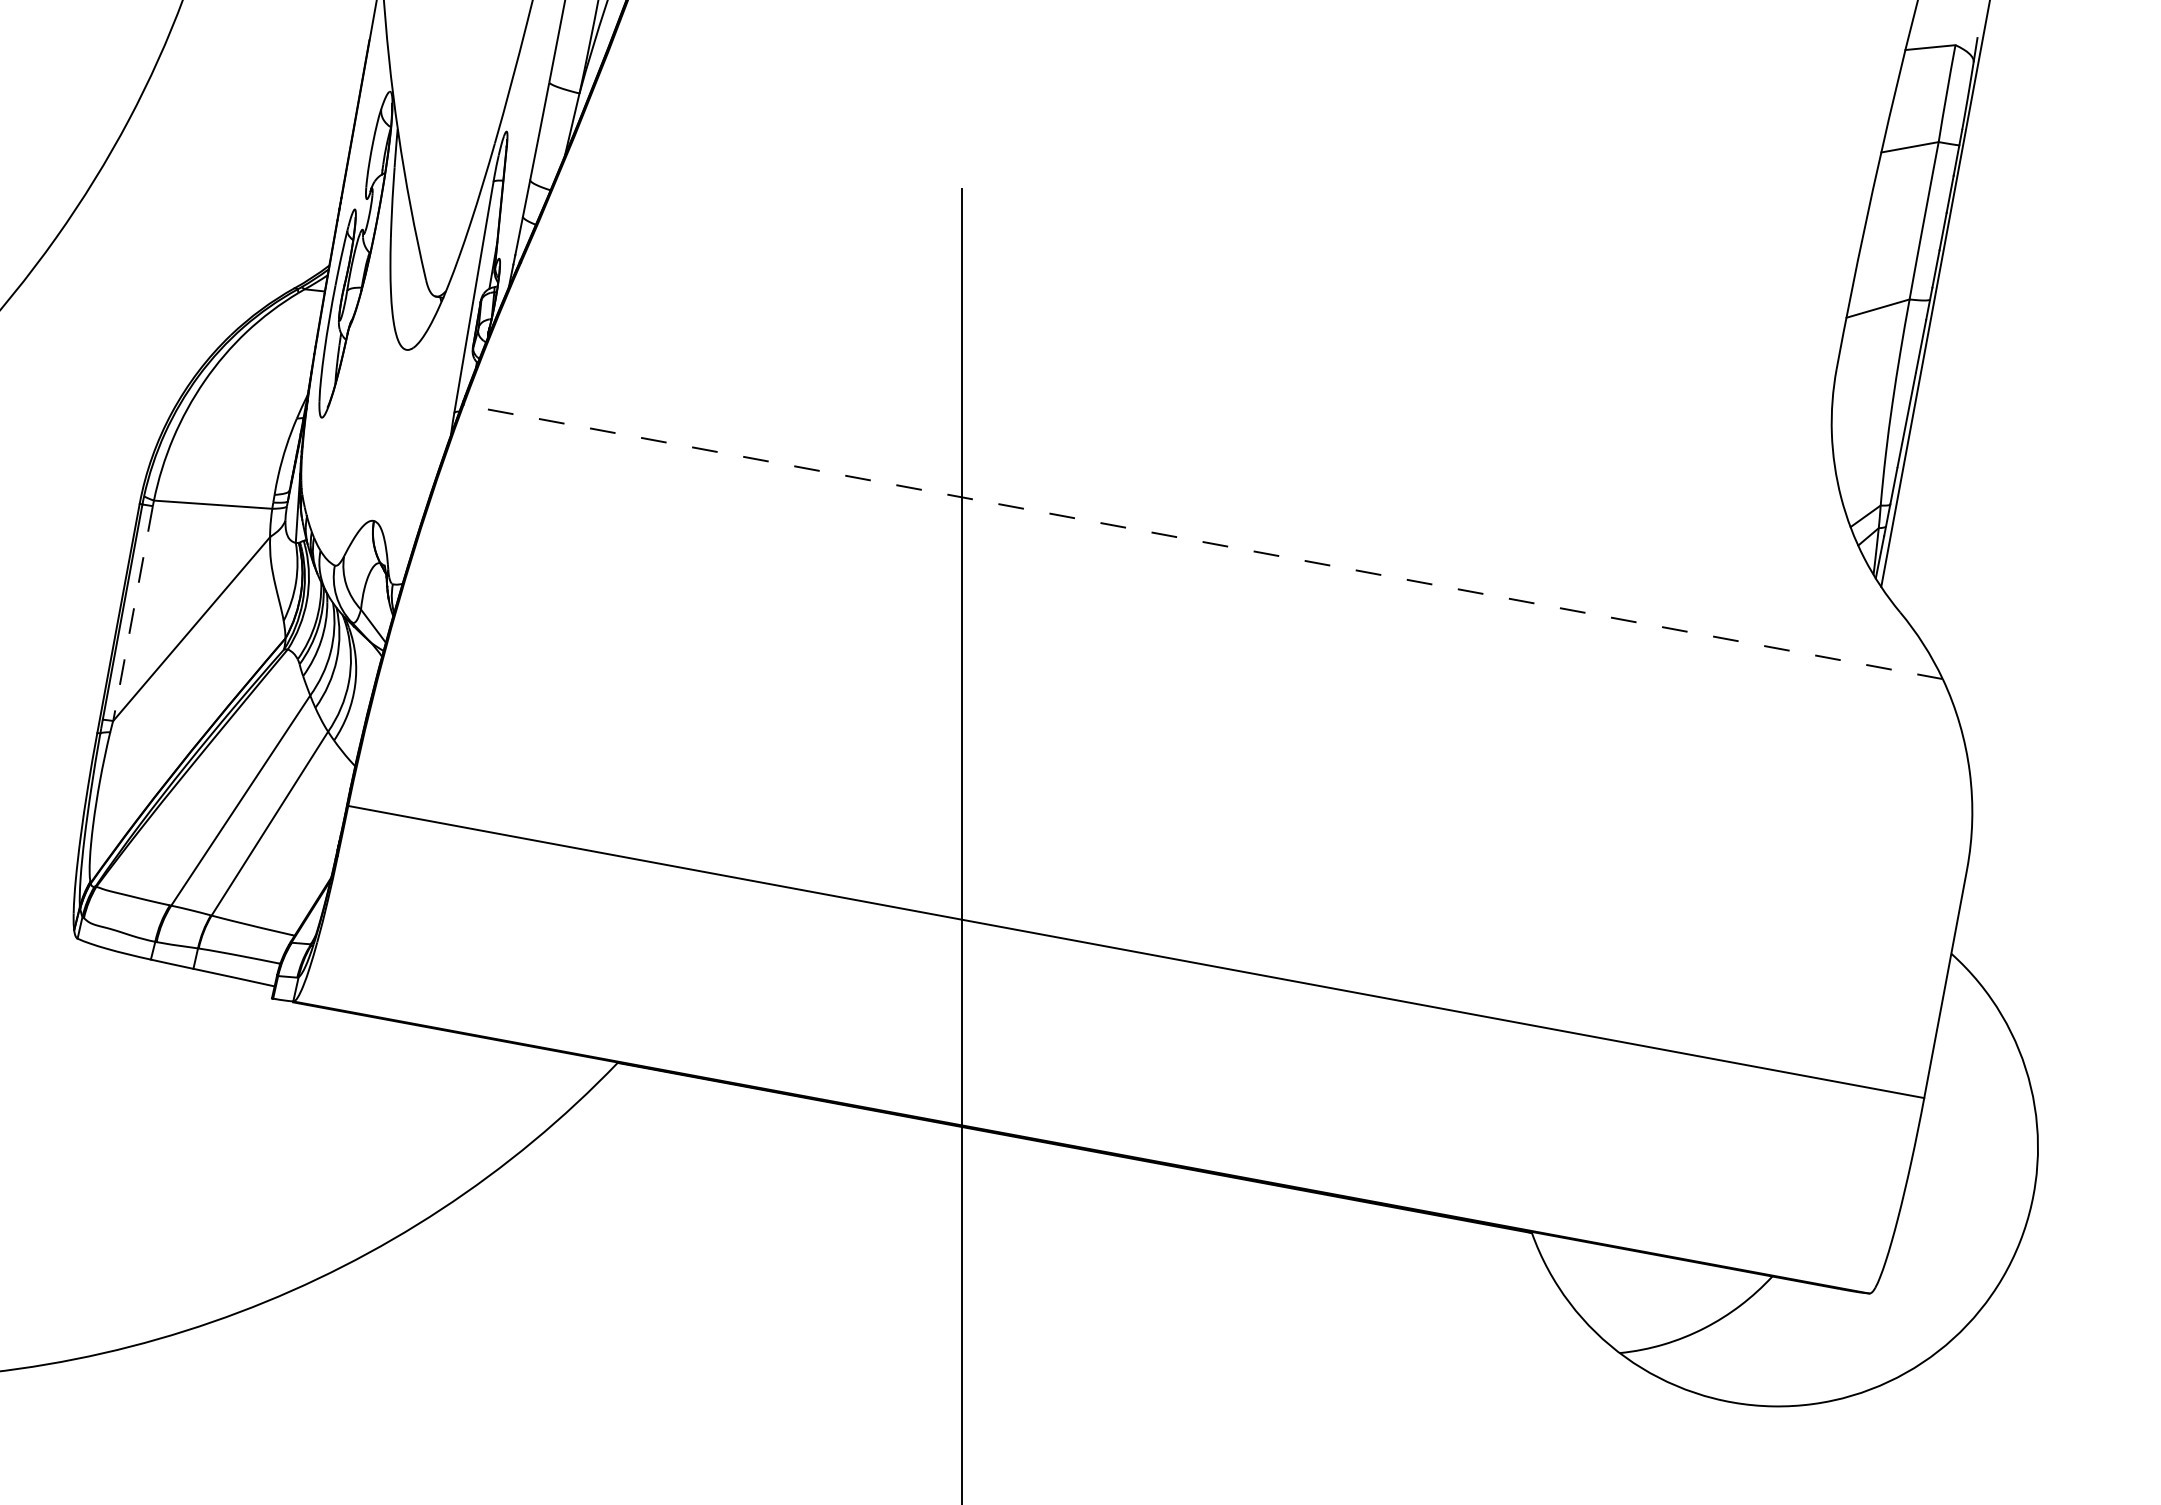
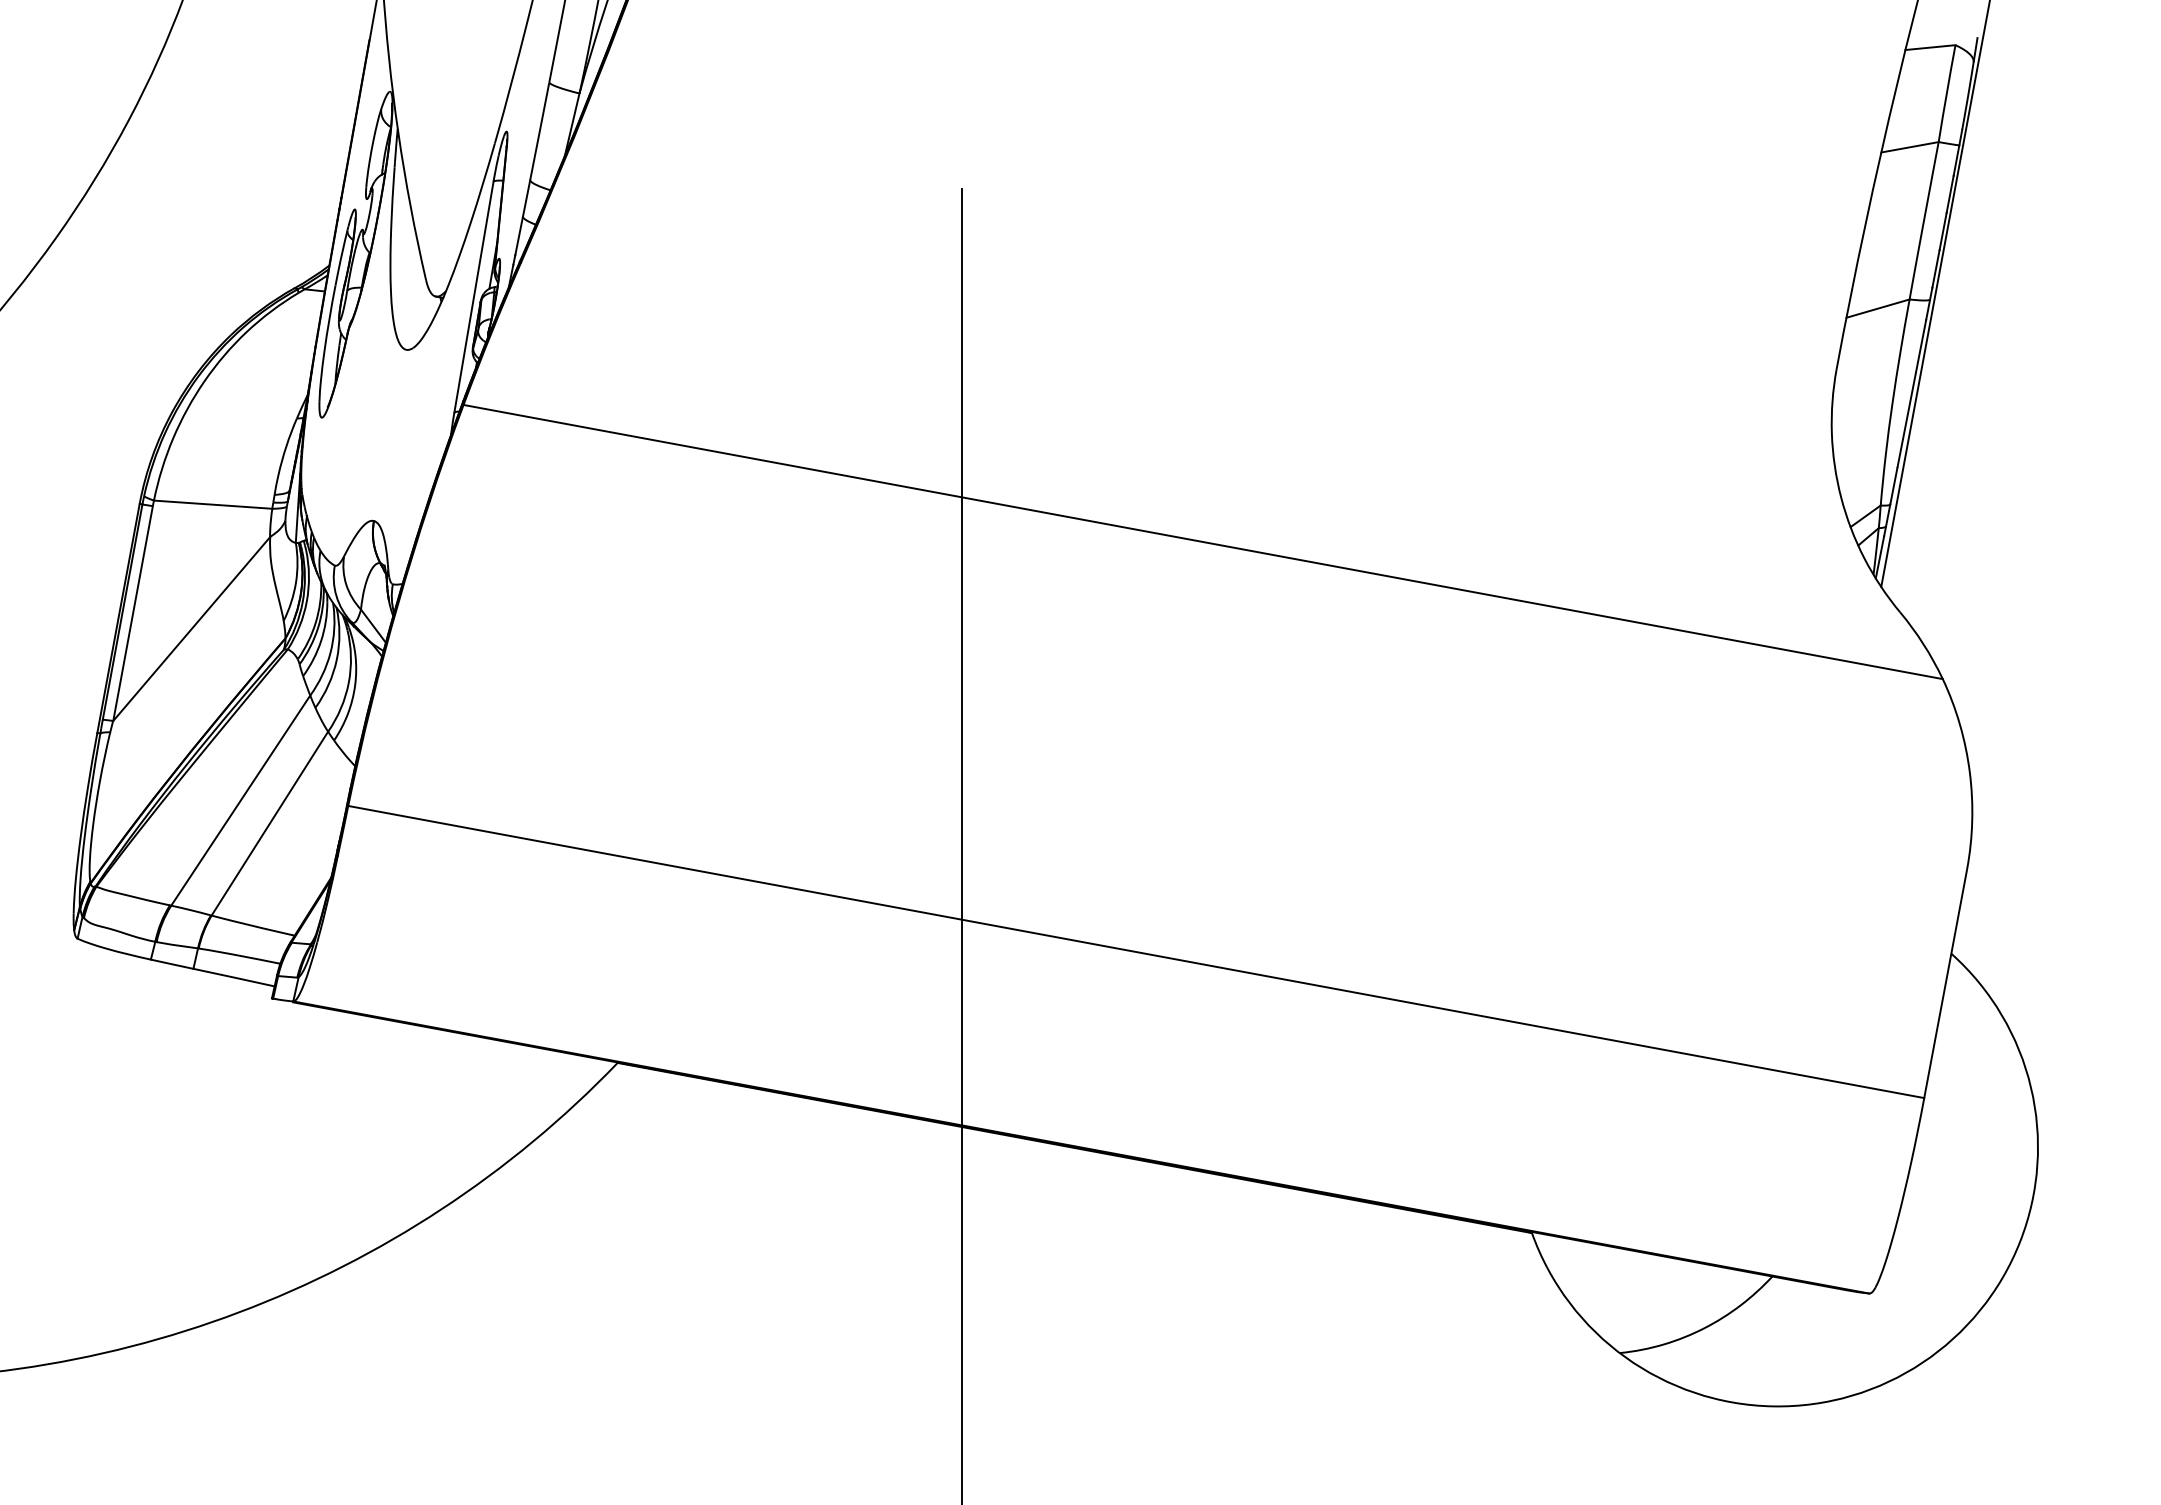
line at (1202, 541): dashed -> solid
line at (132, 614): dashed -> solid
